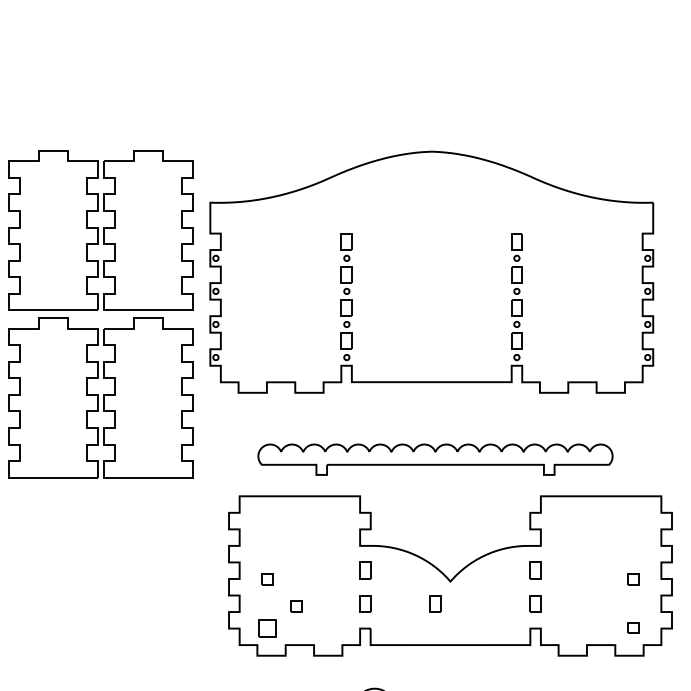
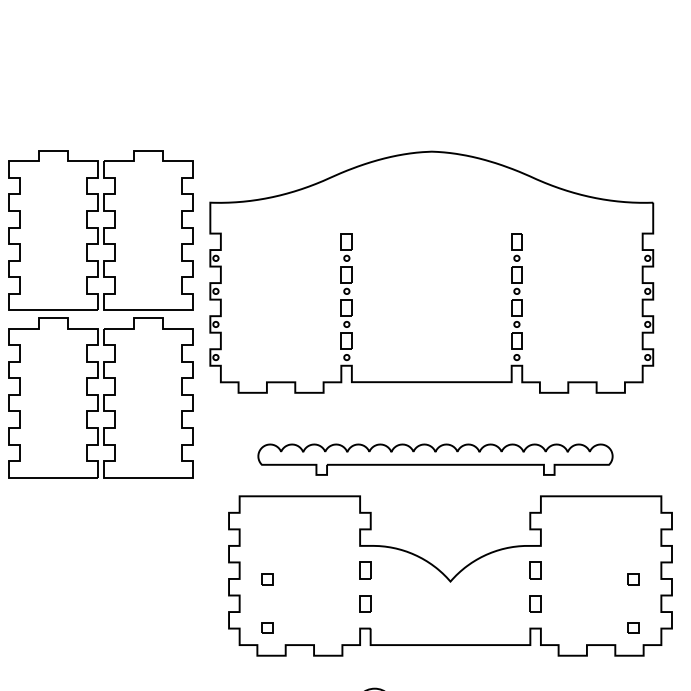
part at (435, 603): present -> none
part at (296, 606): present -> none
part at (267, 628) size: 19x19 px -> 13x12 px
